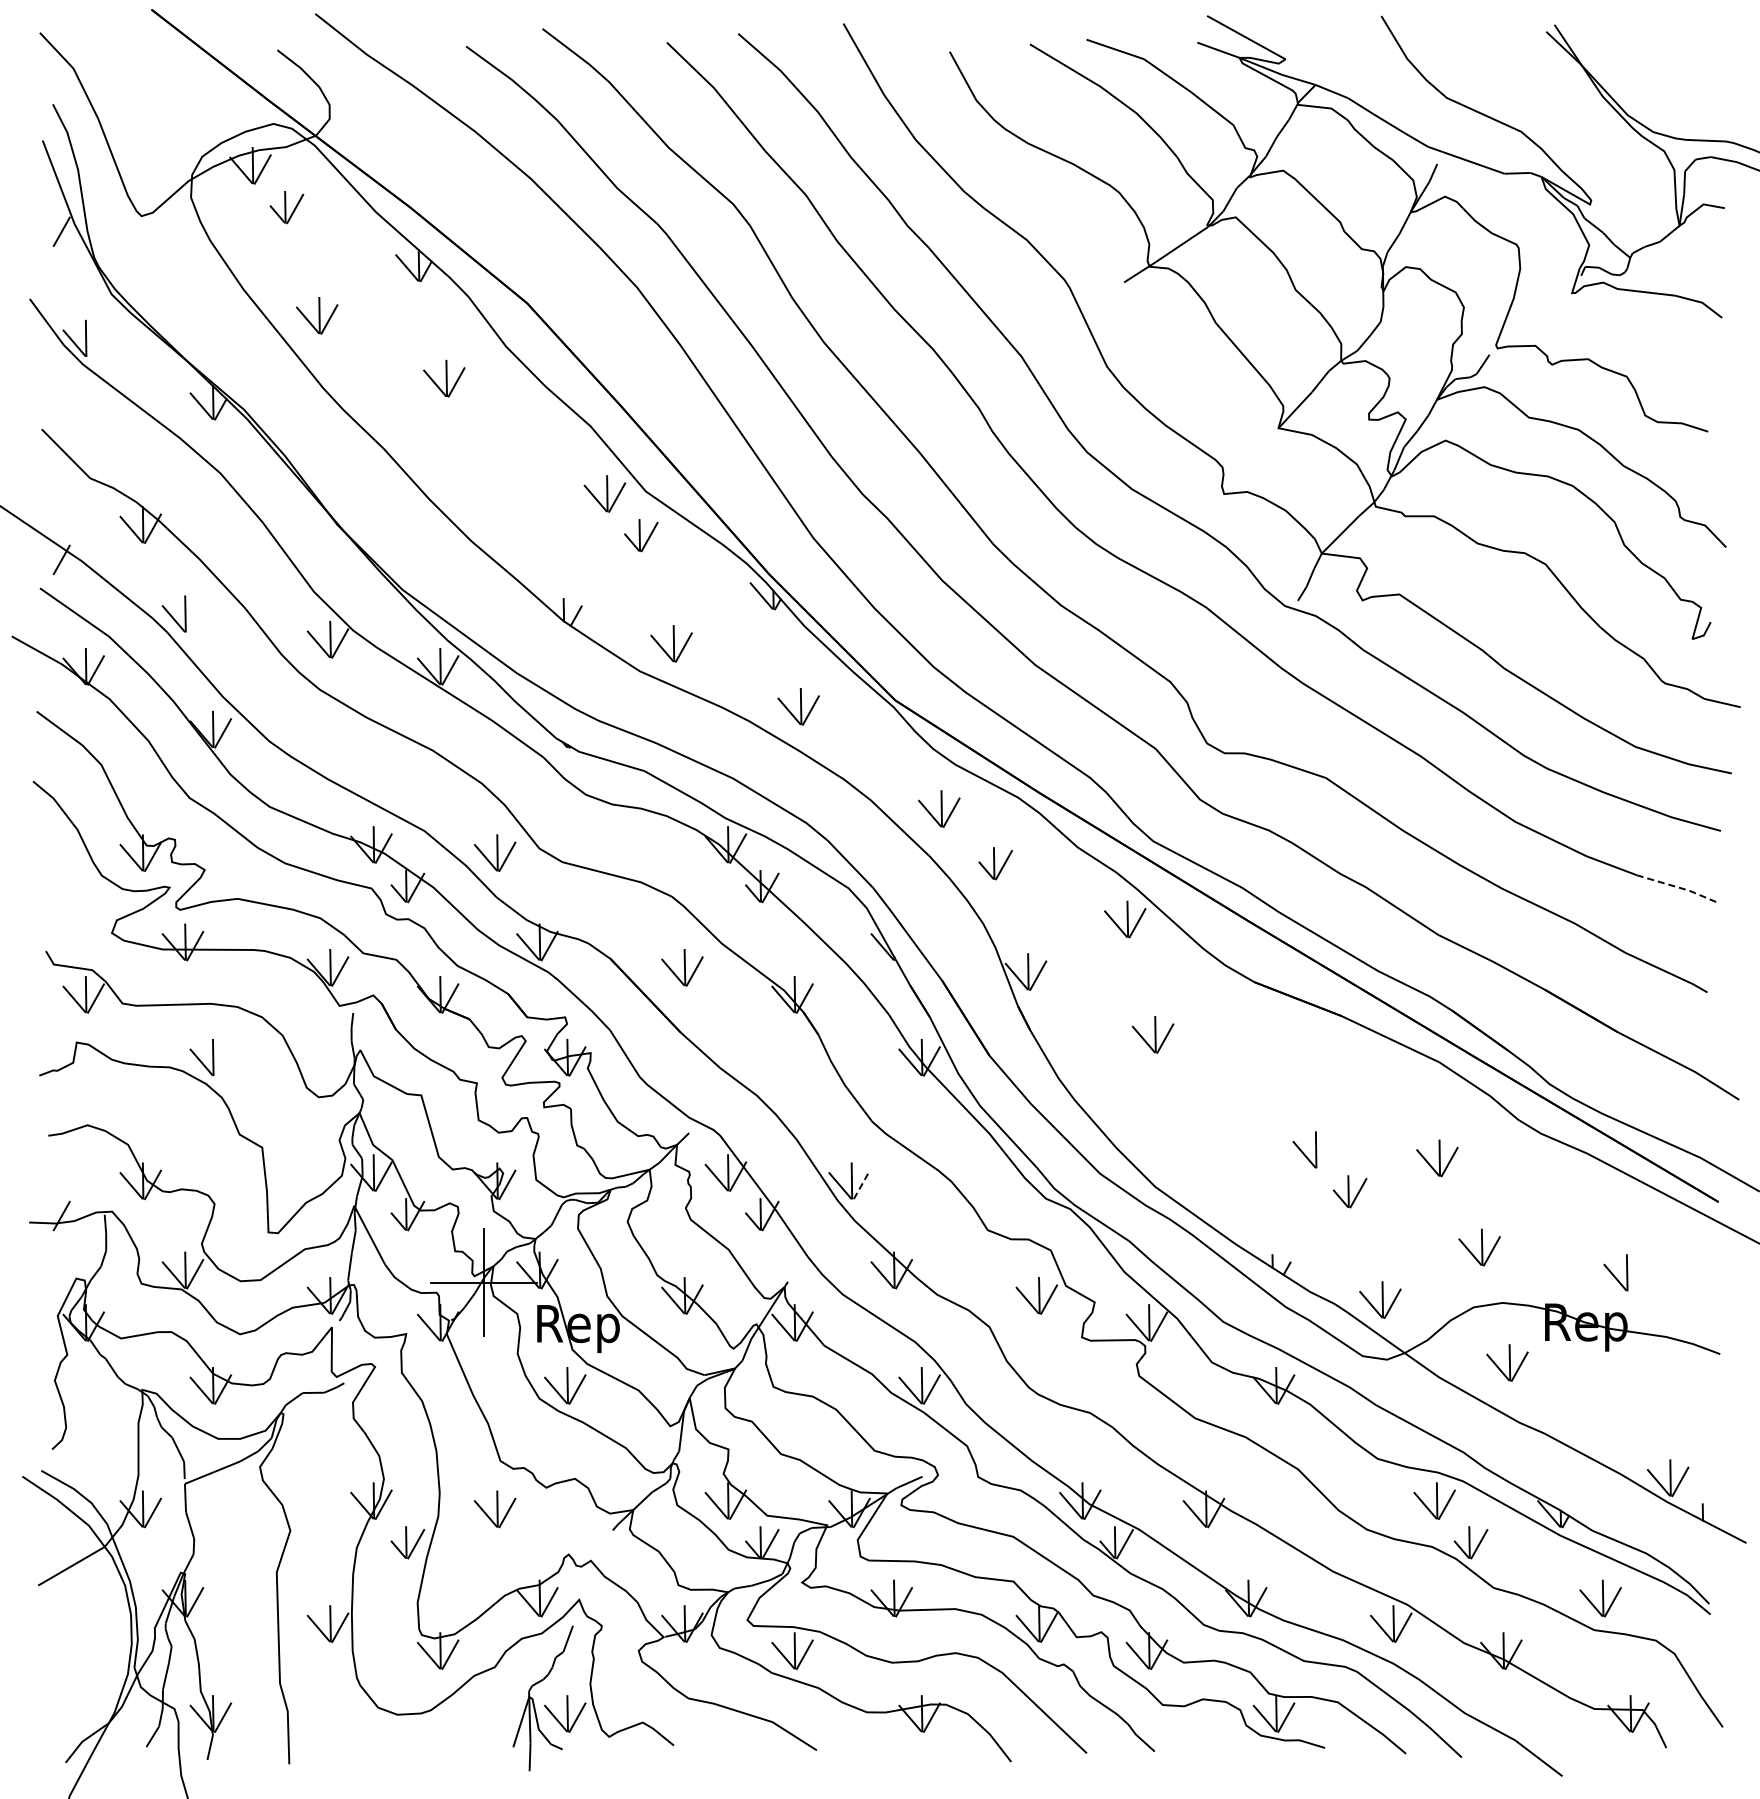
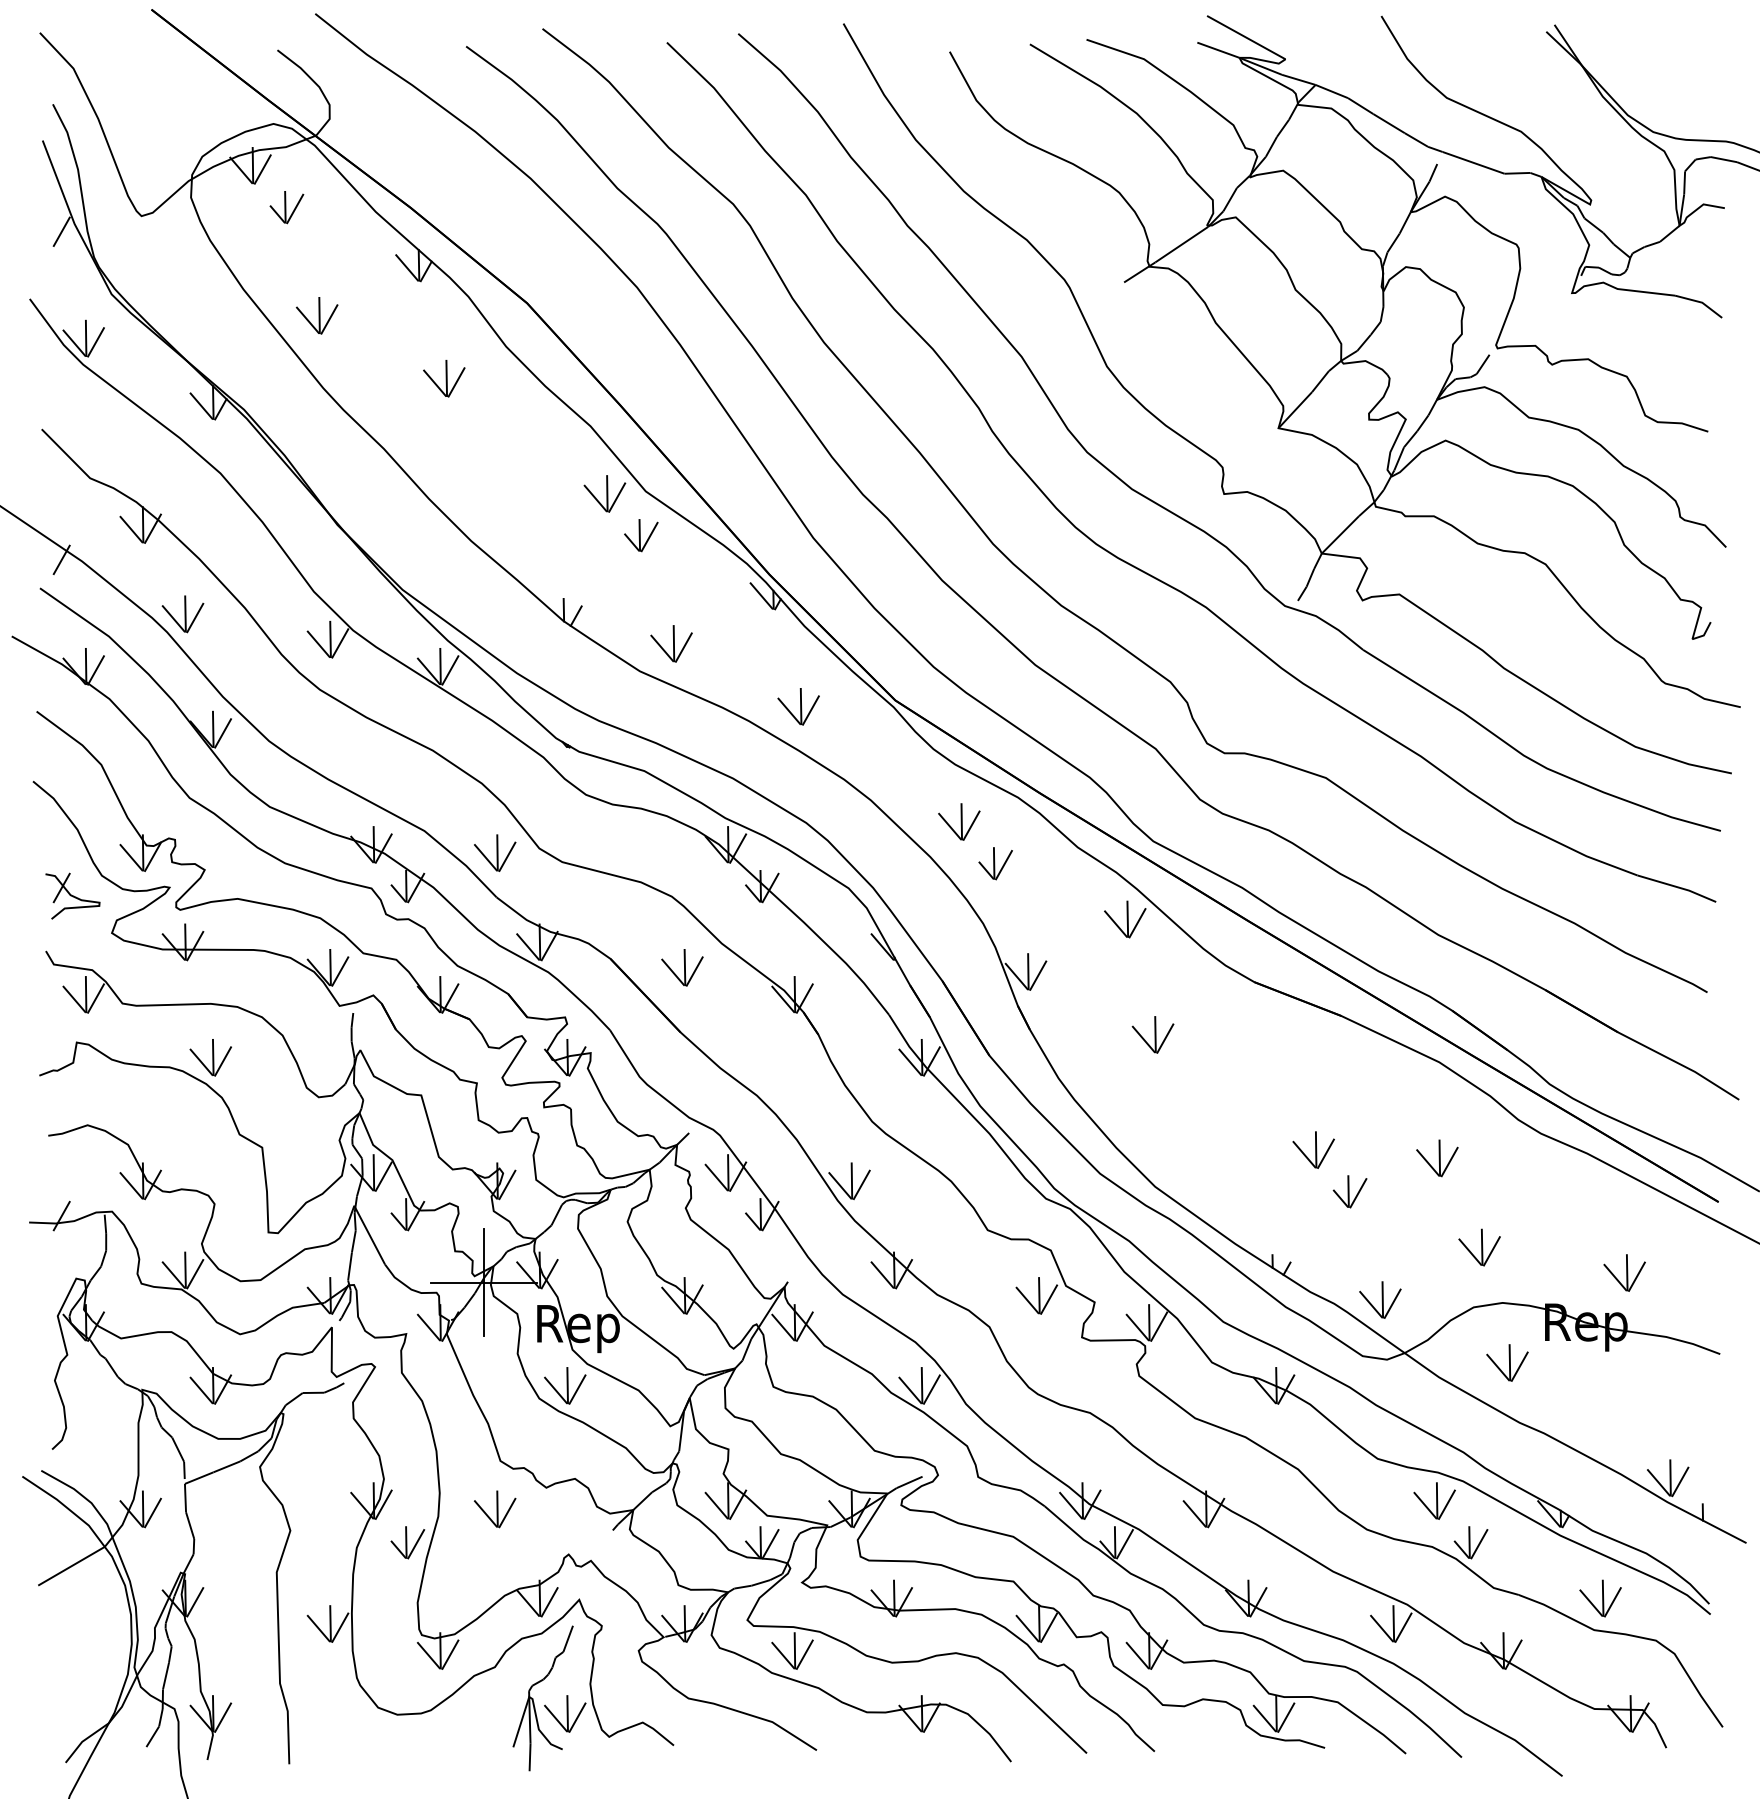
line at (95, 342): none -> present
line at (195, 617): none -> present
part at (939, 808) position: (939, 808) -> (959, 821)
line at (1677, 887): dashed -> solid
part at (72, 895): none -> present
line at (223, 1061): none -> present
line at (1325, 1153): none -> present
line at (862, 1184): dashed -> solid
line at (1636, 1276): none -> present
